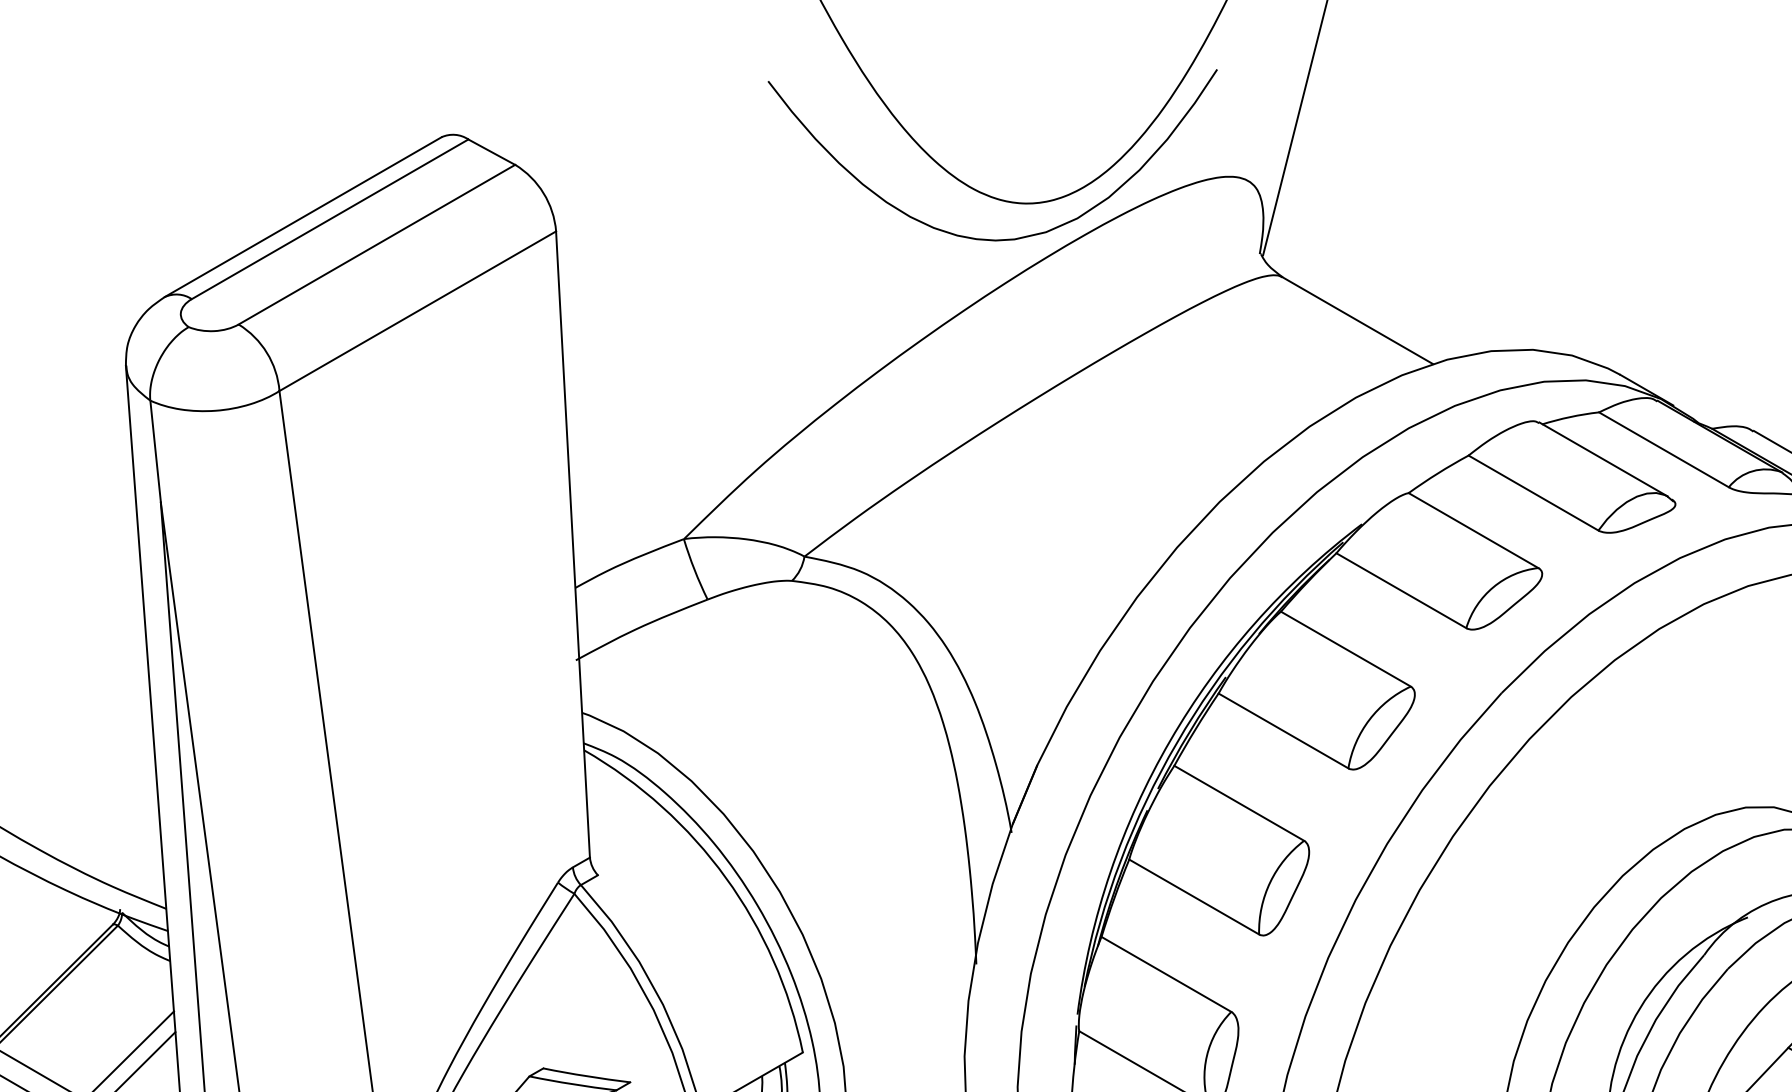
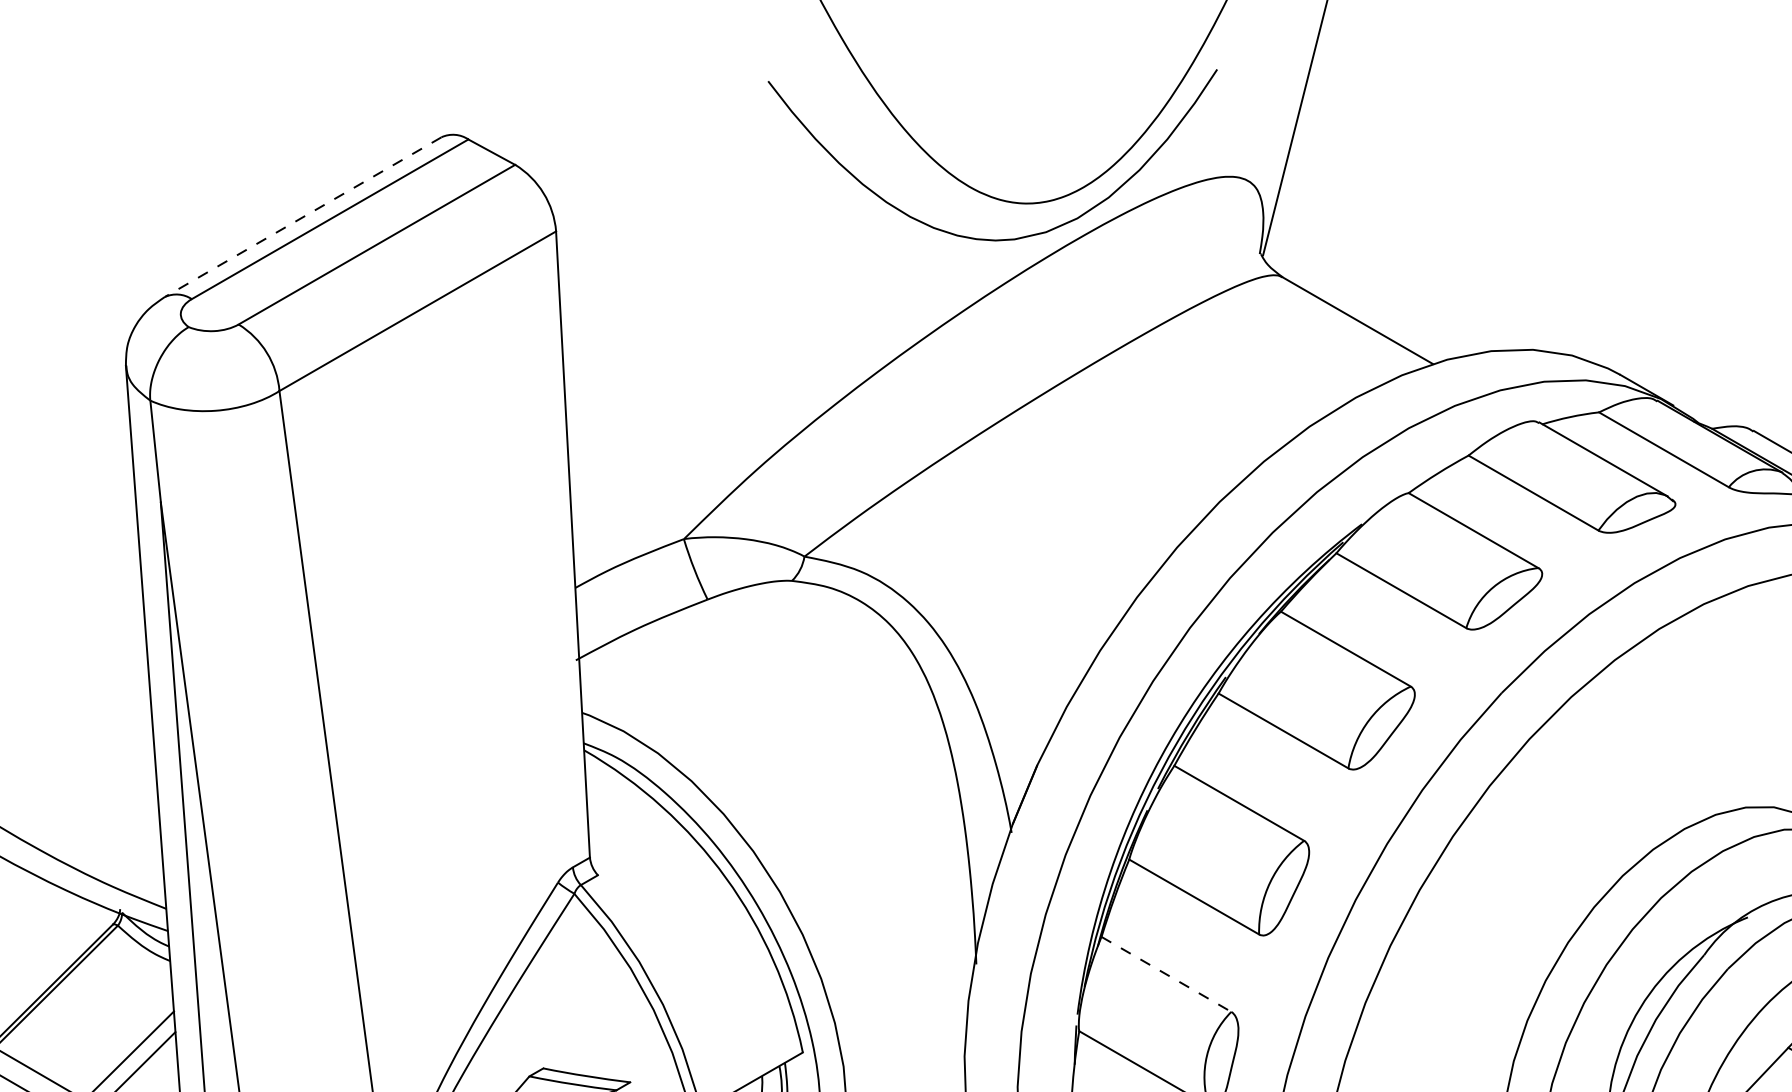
line at (303, 217): solid -> dashed
line at (1166, 974): solid -> dashed
